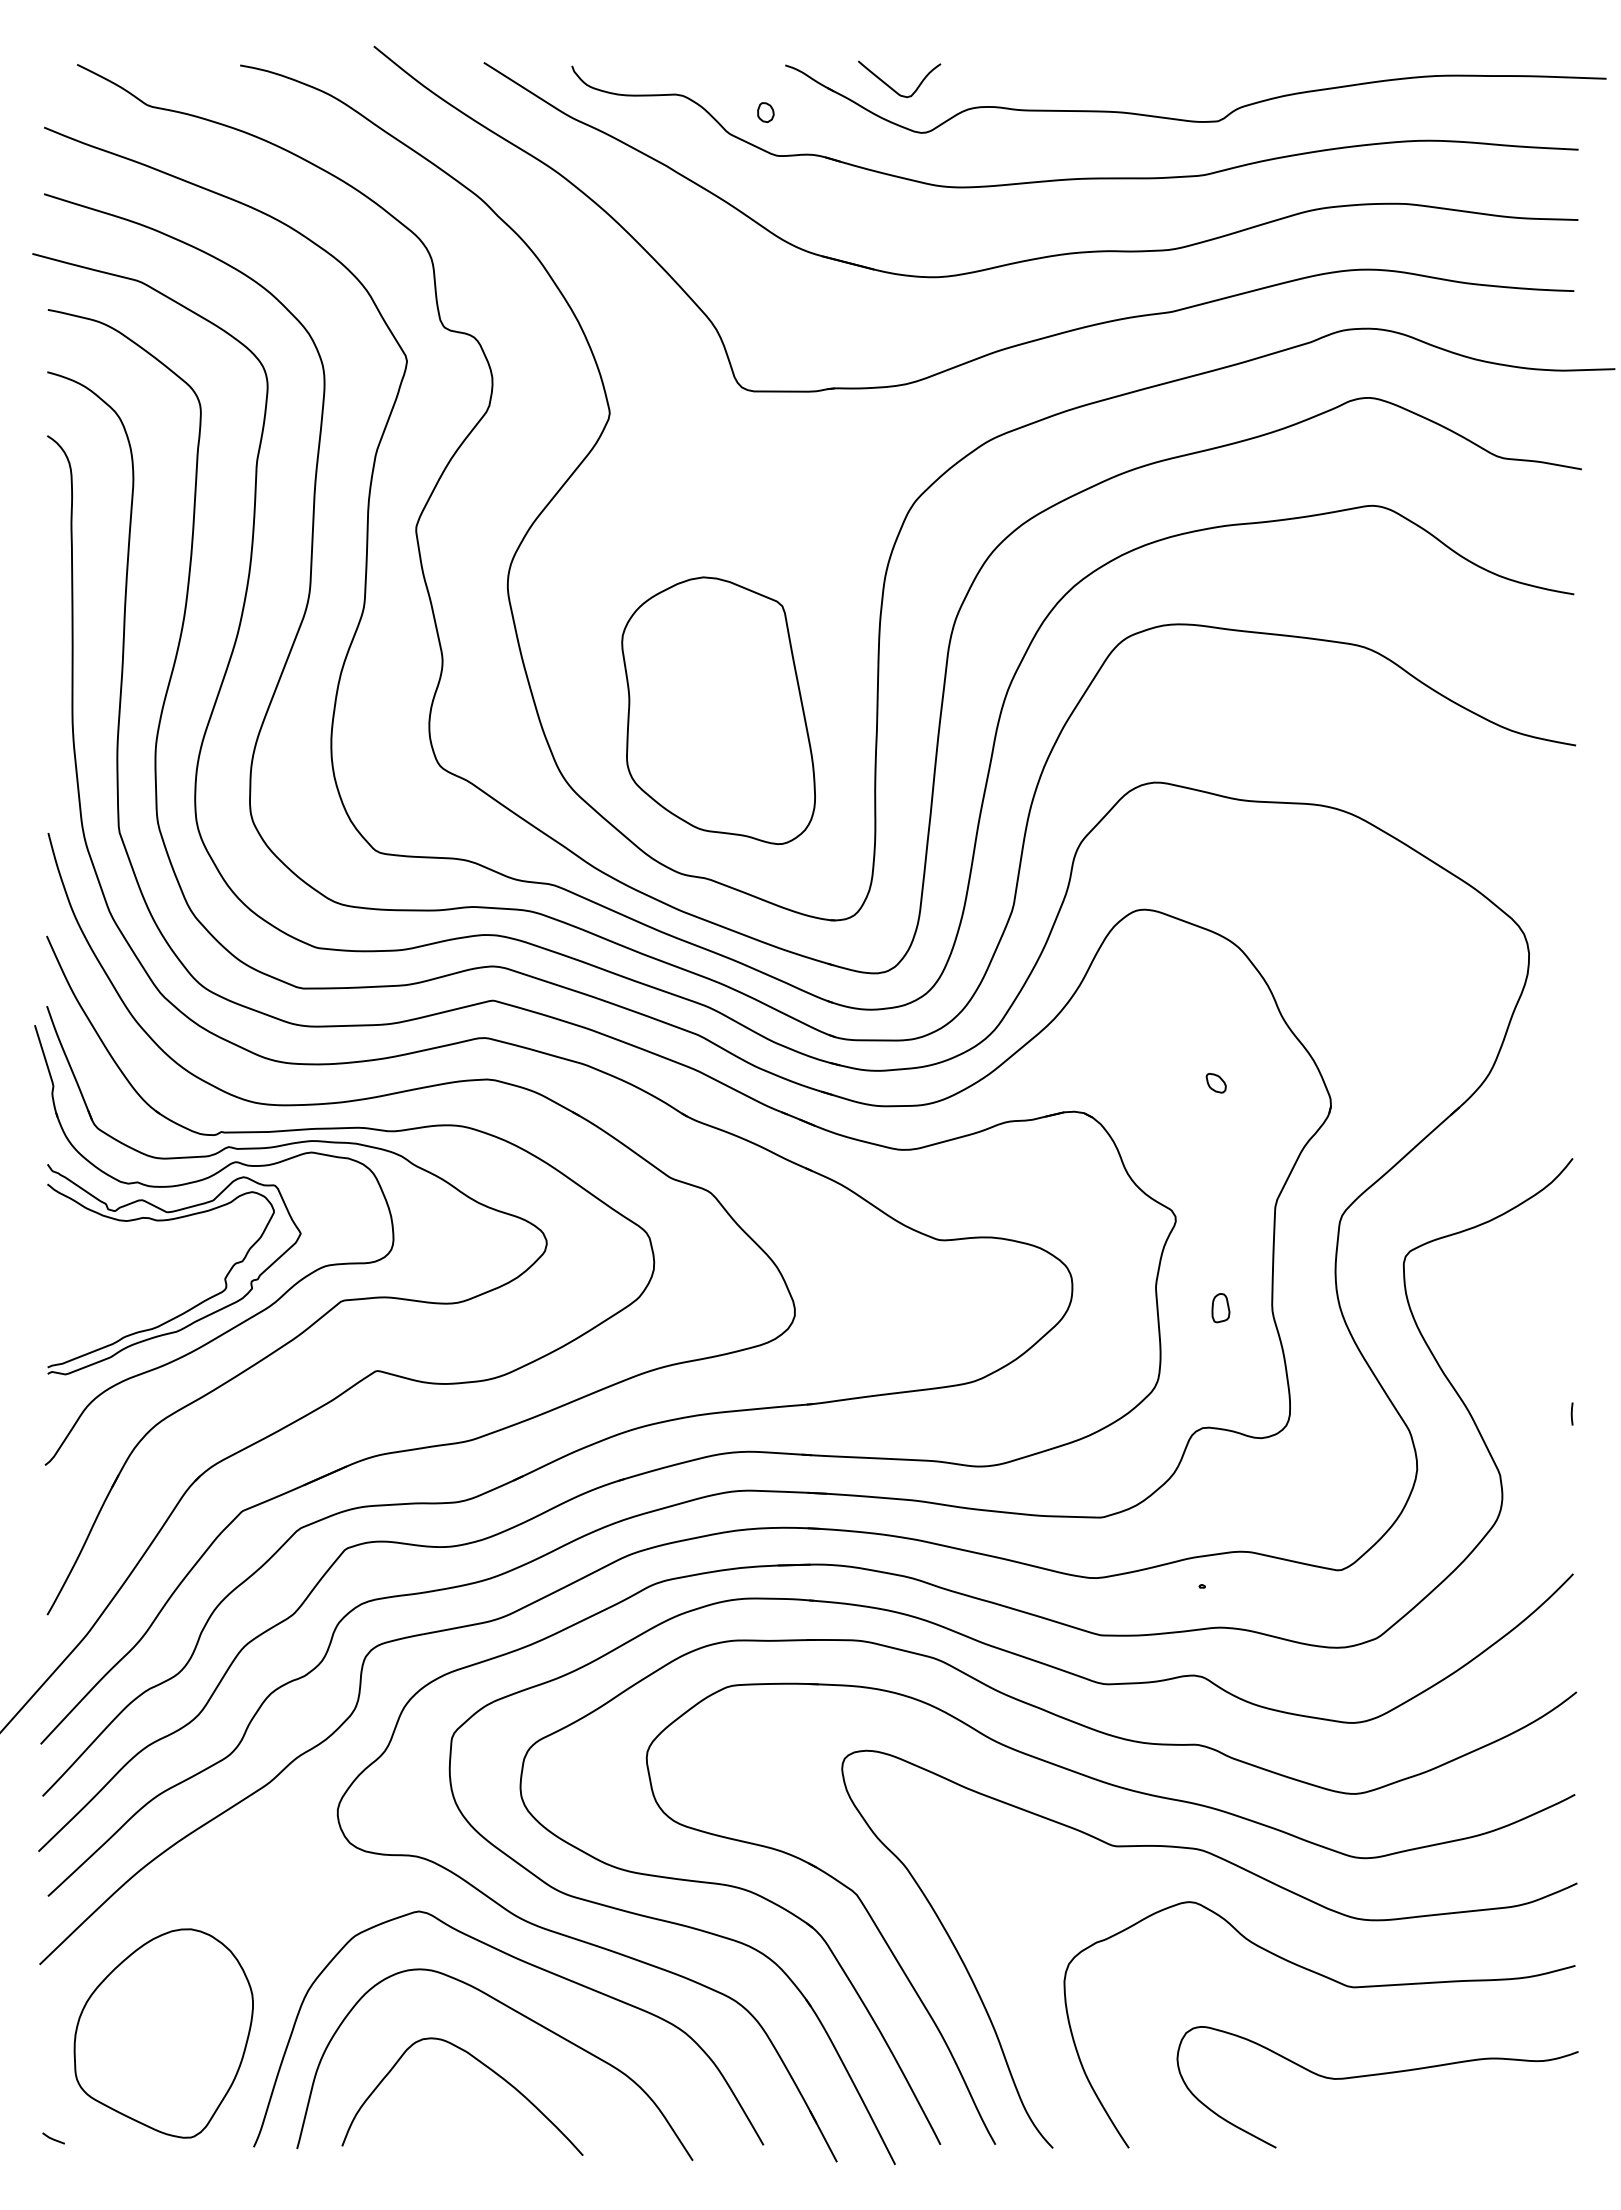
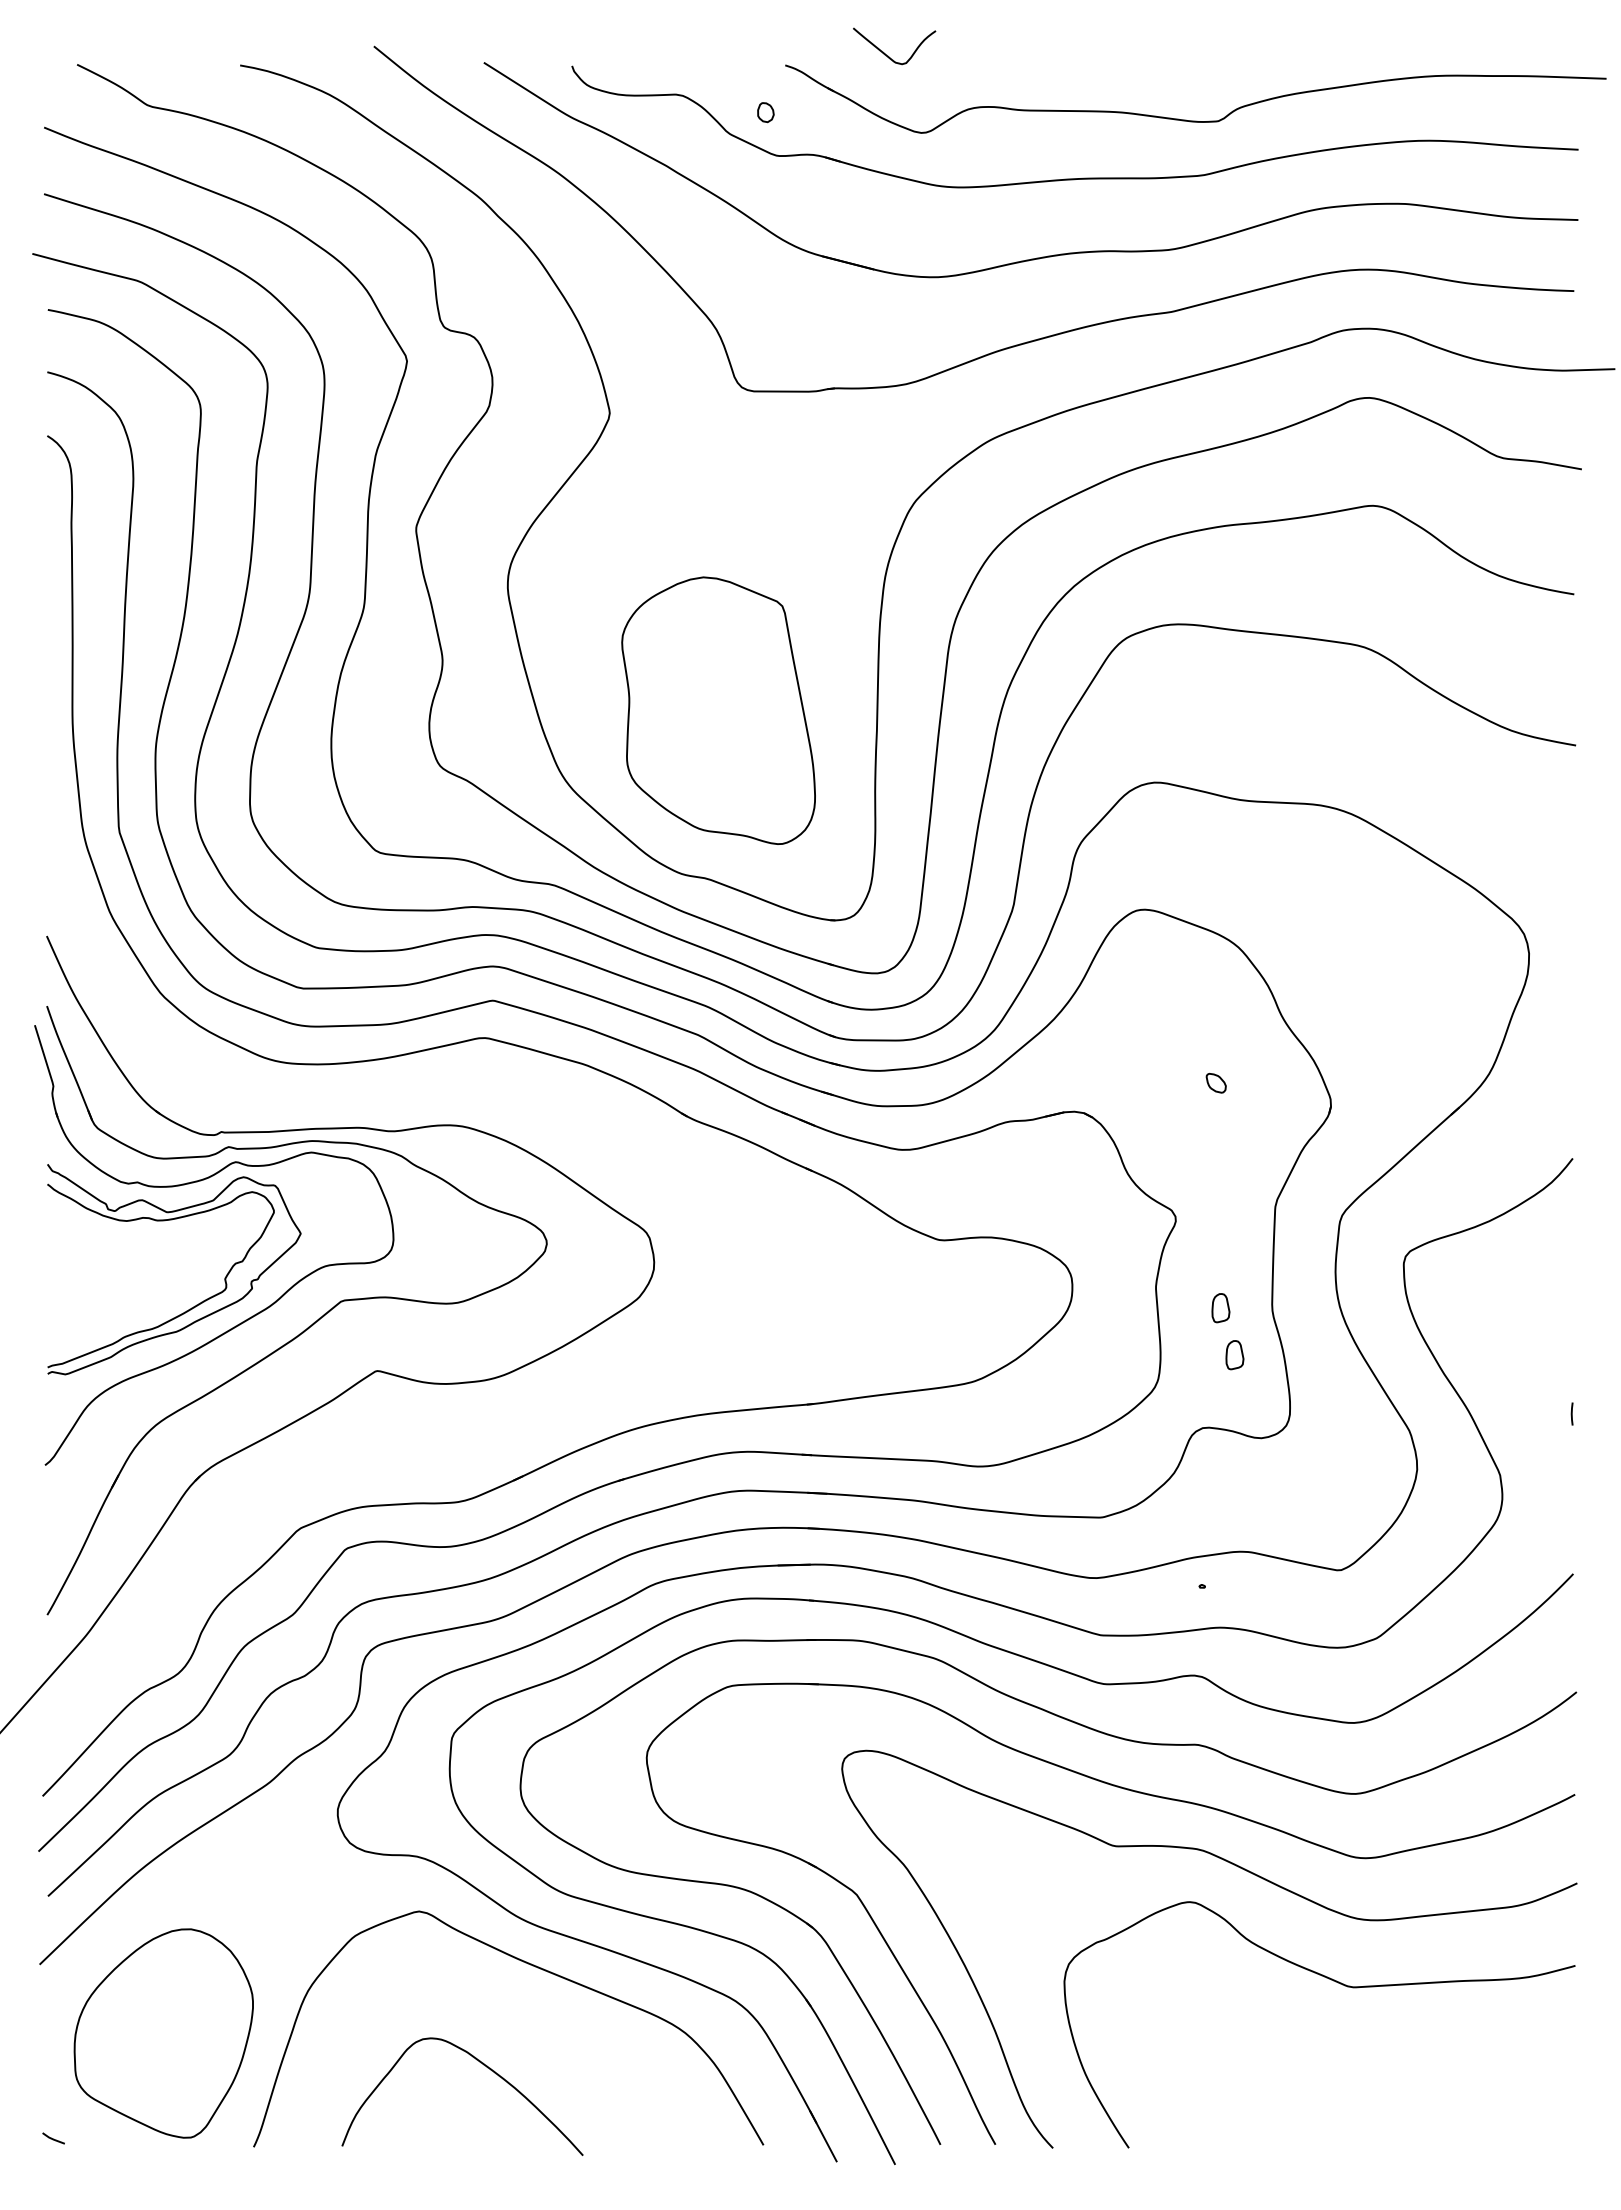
curve at (893, 88) position: (893, 88) -> (888, 55)
part at (1234, 1355): none -> present
part at (437, 1444): present -> none
curve at (524, 2017): present -> none
curve at (1377, 2075): present -> none
